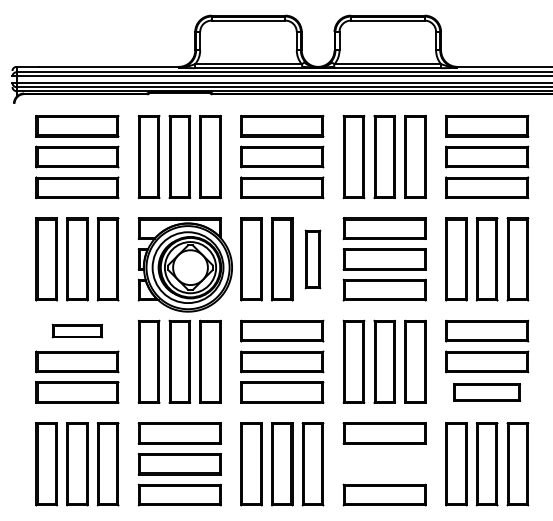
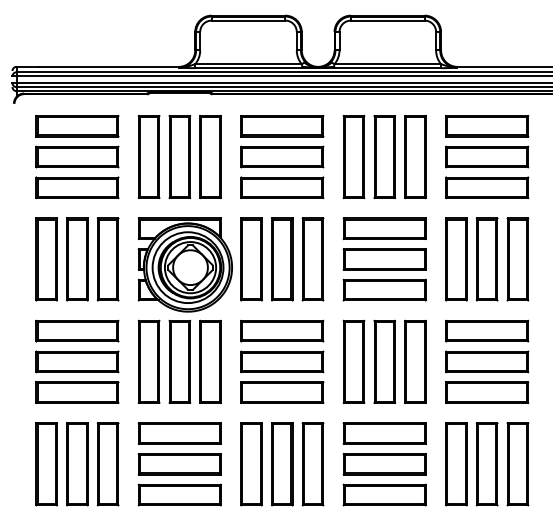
part at (312, 259) size: 18x61 px -> 24x85 px
part at (77, 330) size: 53x16 px -> 85x24 px
part at (487, 392) size: 69x19 px -> 85x23 px
part at (384, 464): none -> present
